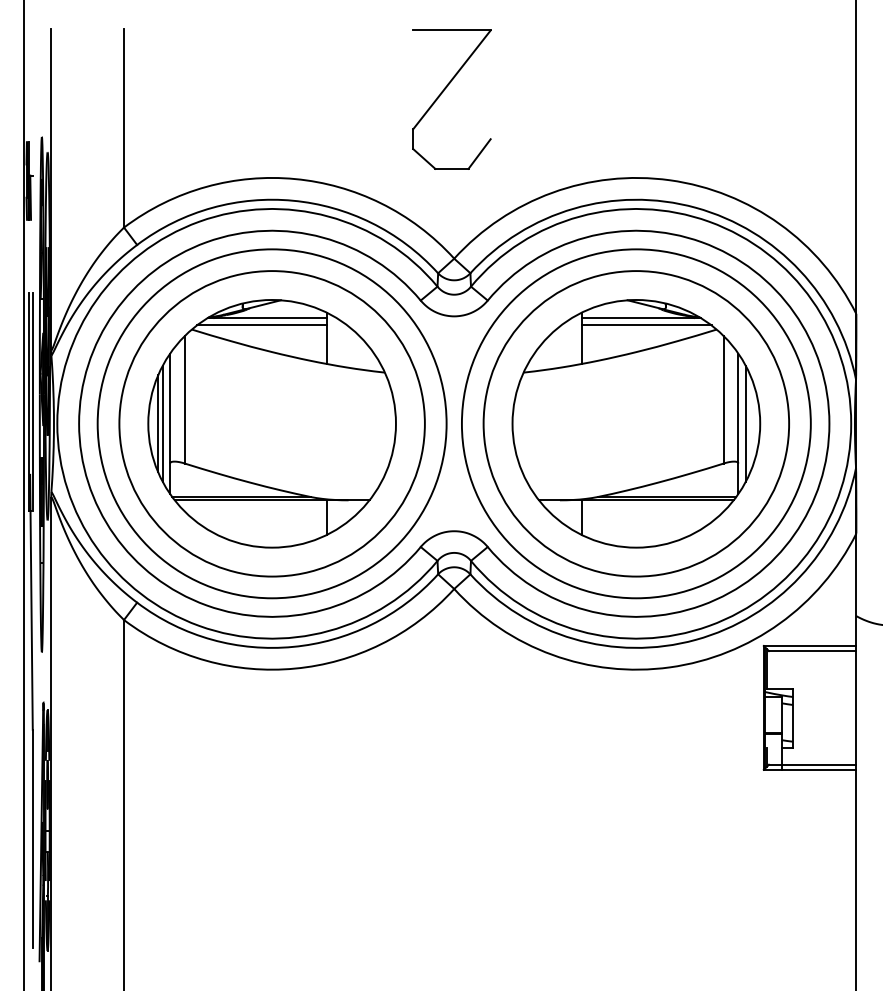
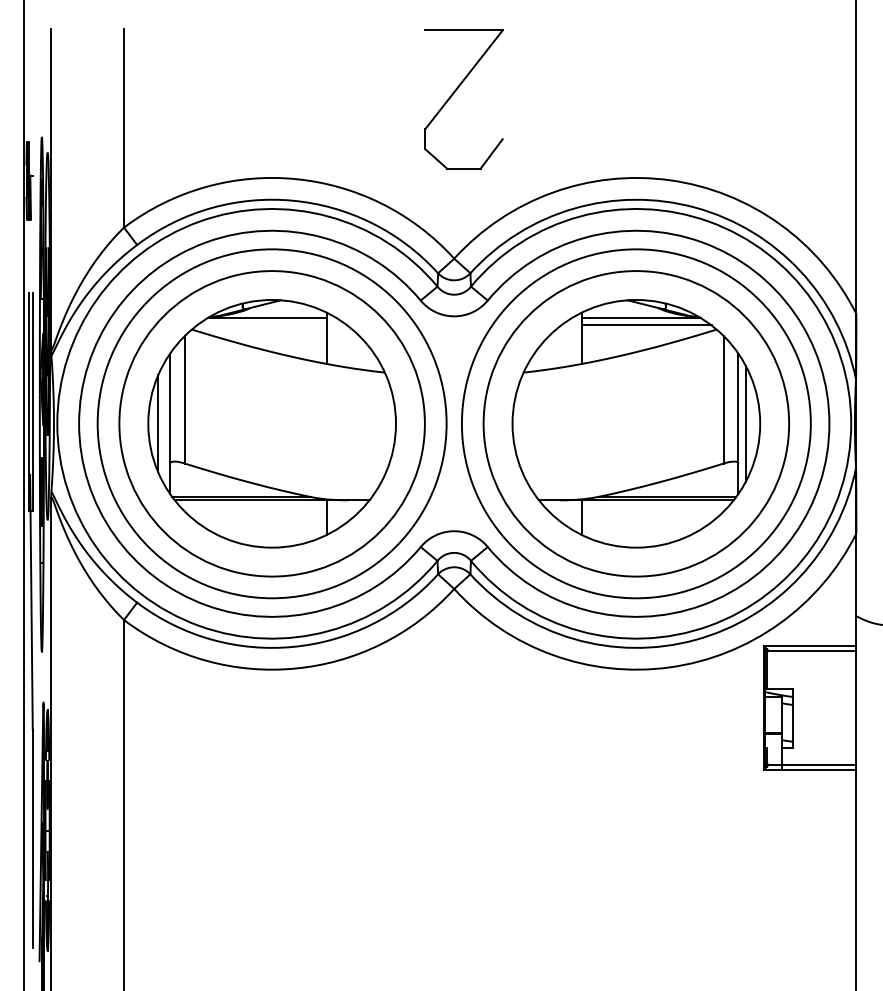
part at (444, 91) position: (444, 91) -> (456, 91)
line at (261, 325): present -> none
line at (162, 423): present -> none
